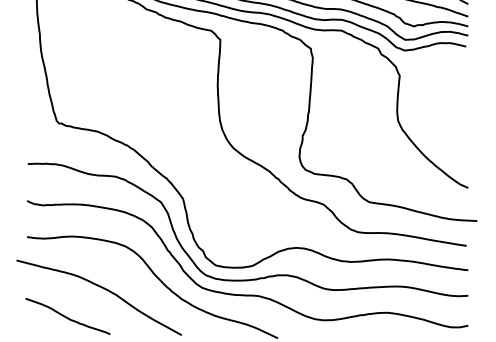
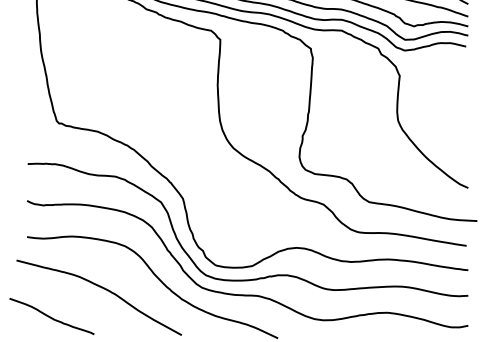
curve at (66, 316) position: (66, 316) -> (50, 316)
